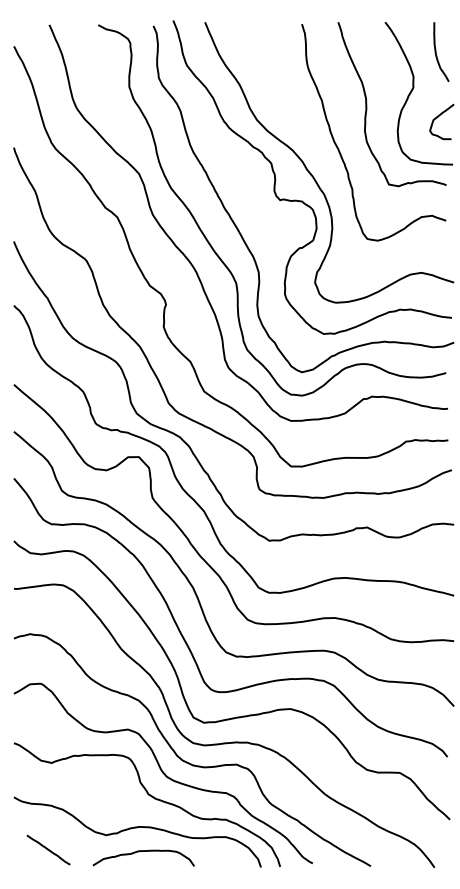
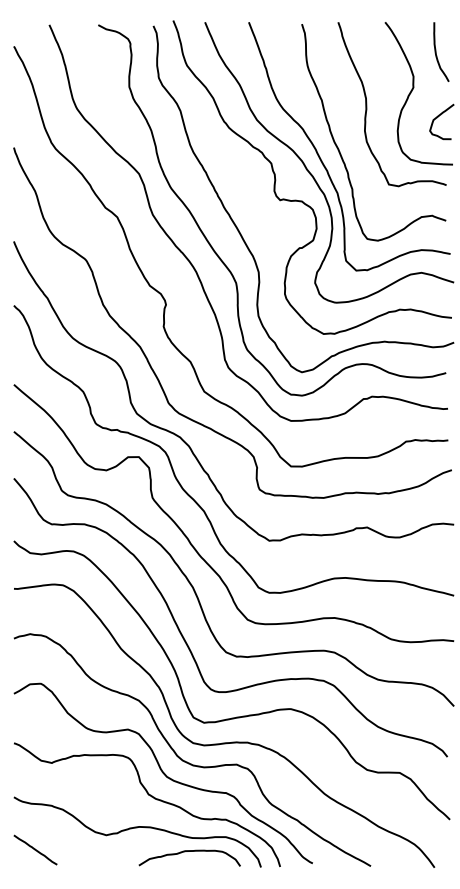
curve at (322, 160): none -> present
line at (48, 849) position: (48, 849) -> (35, 849)
curve at (143, 851) position: (143, 851) -> (189, 851)
